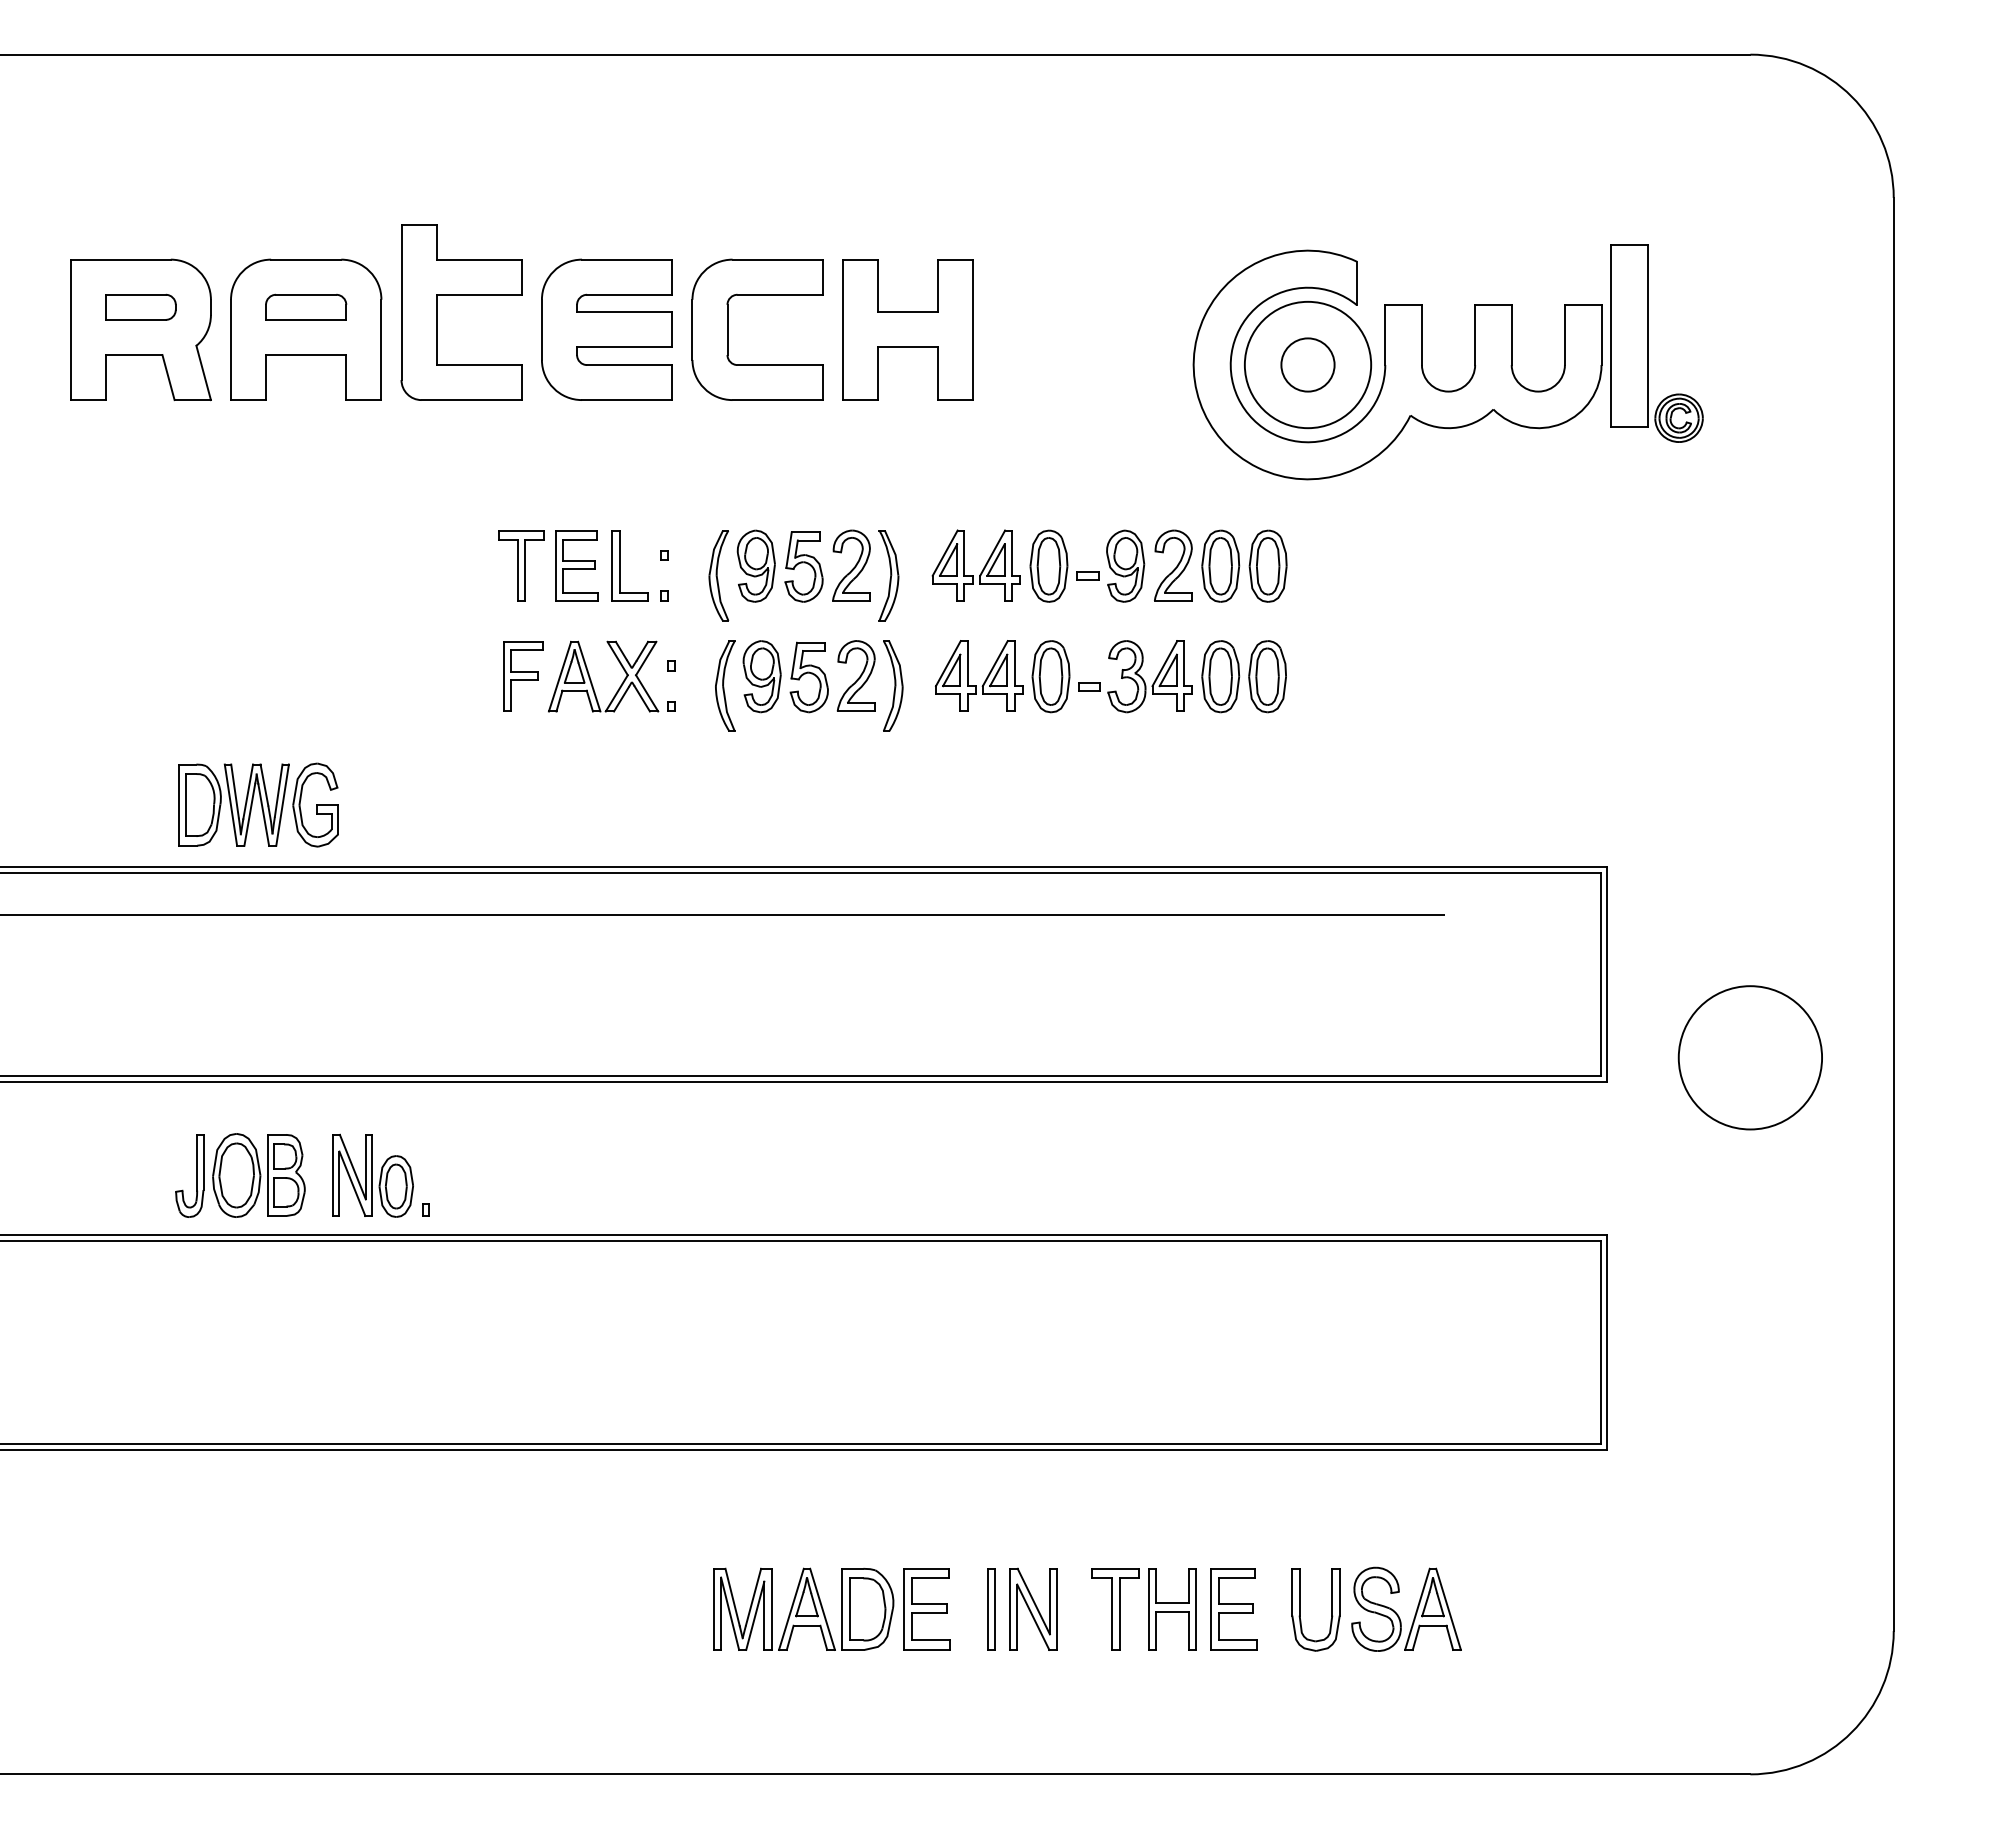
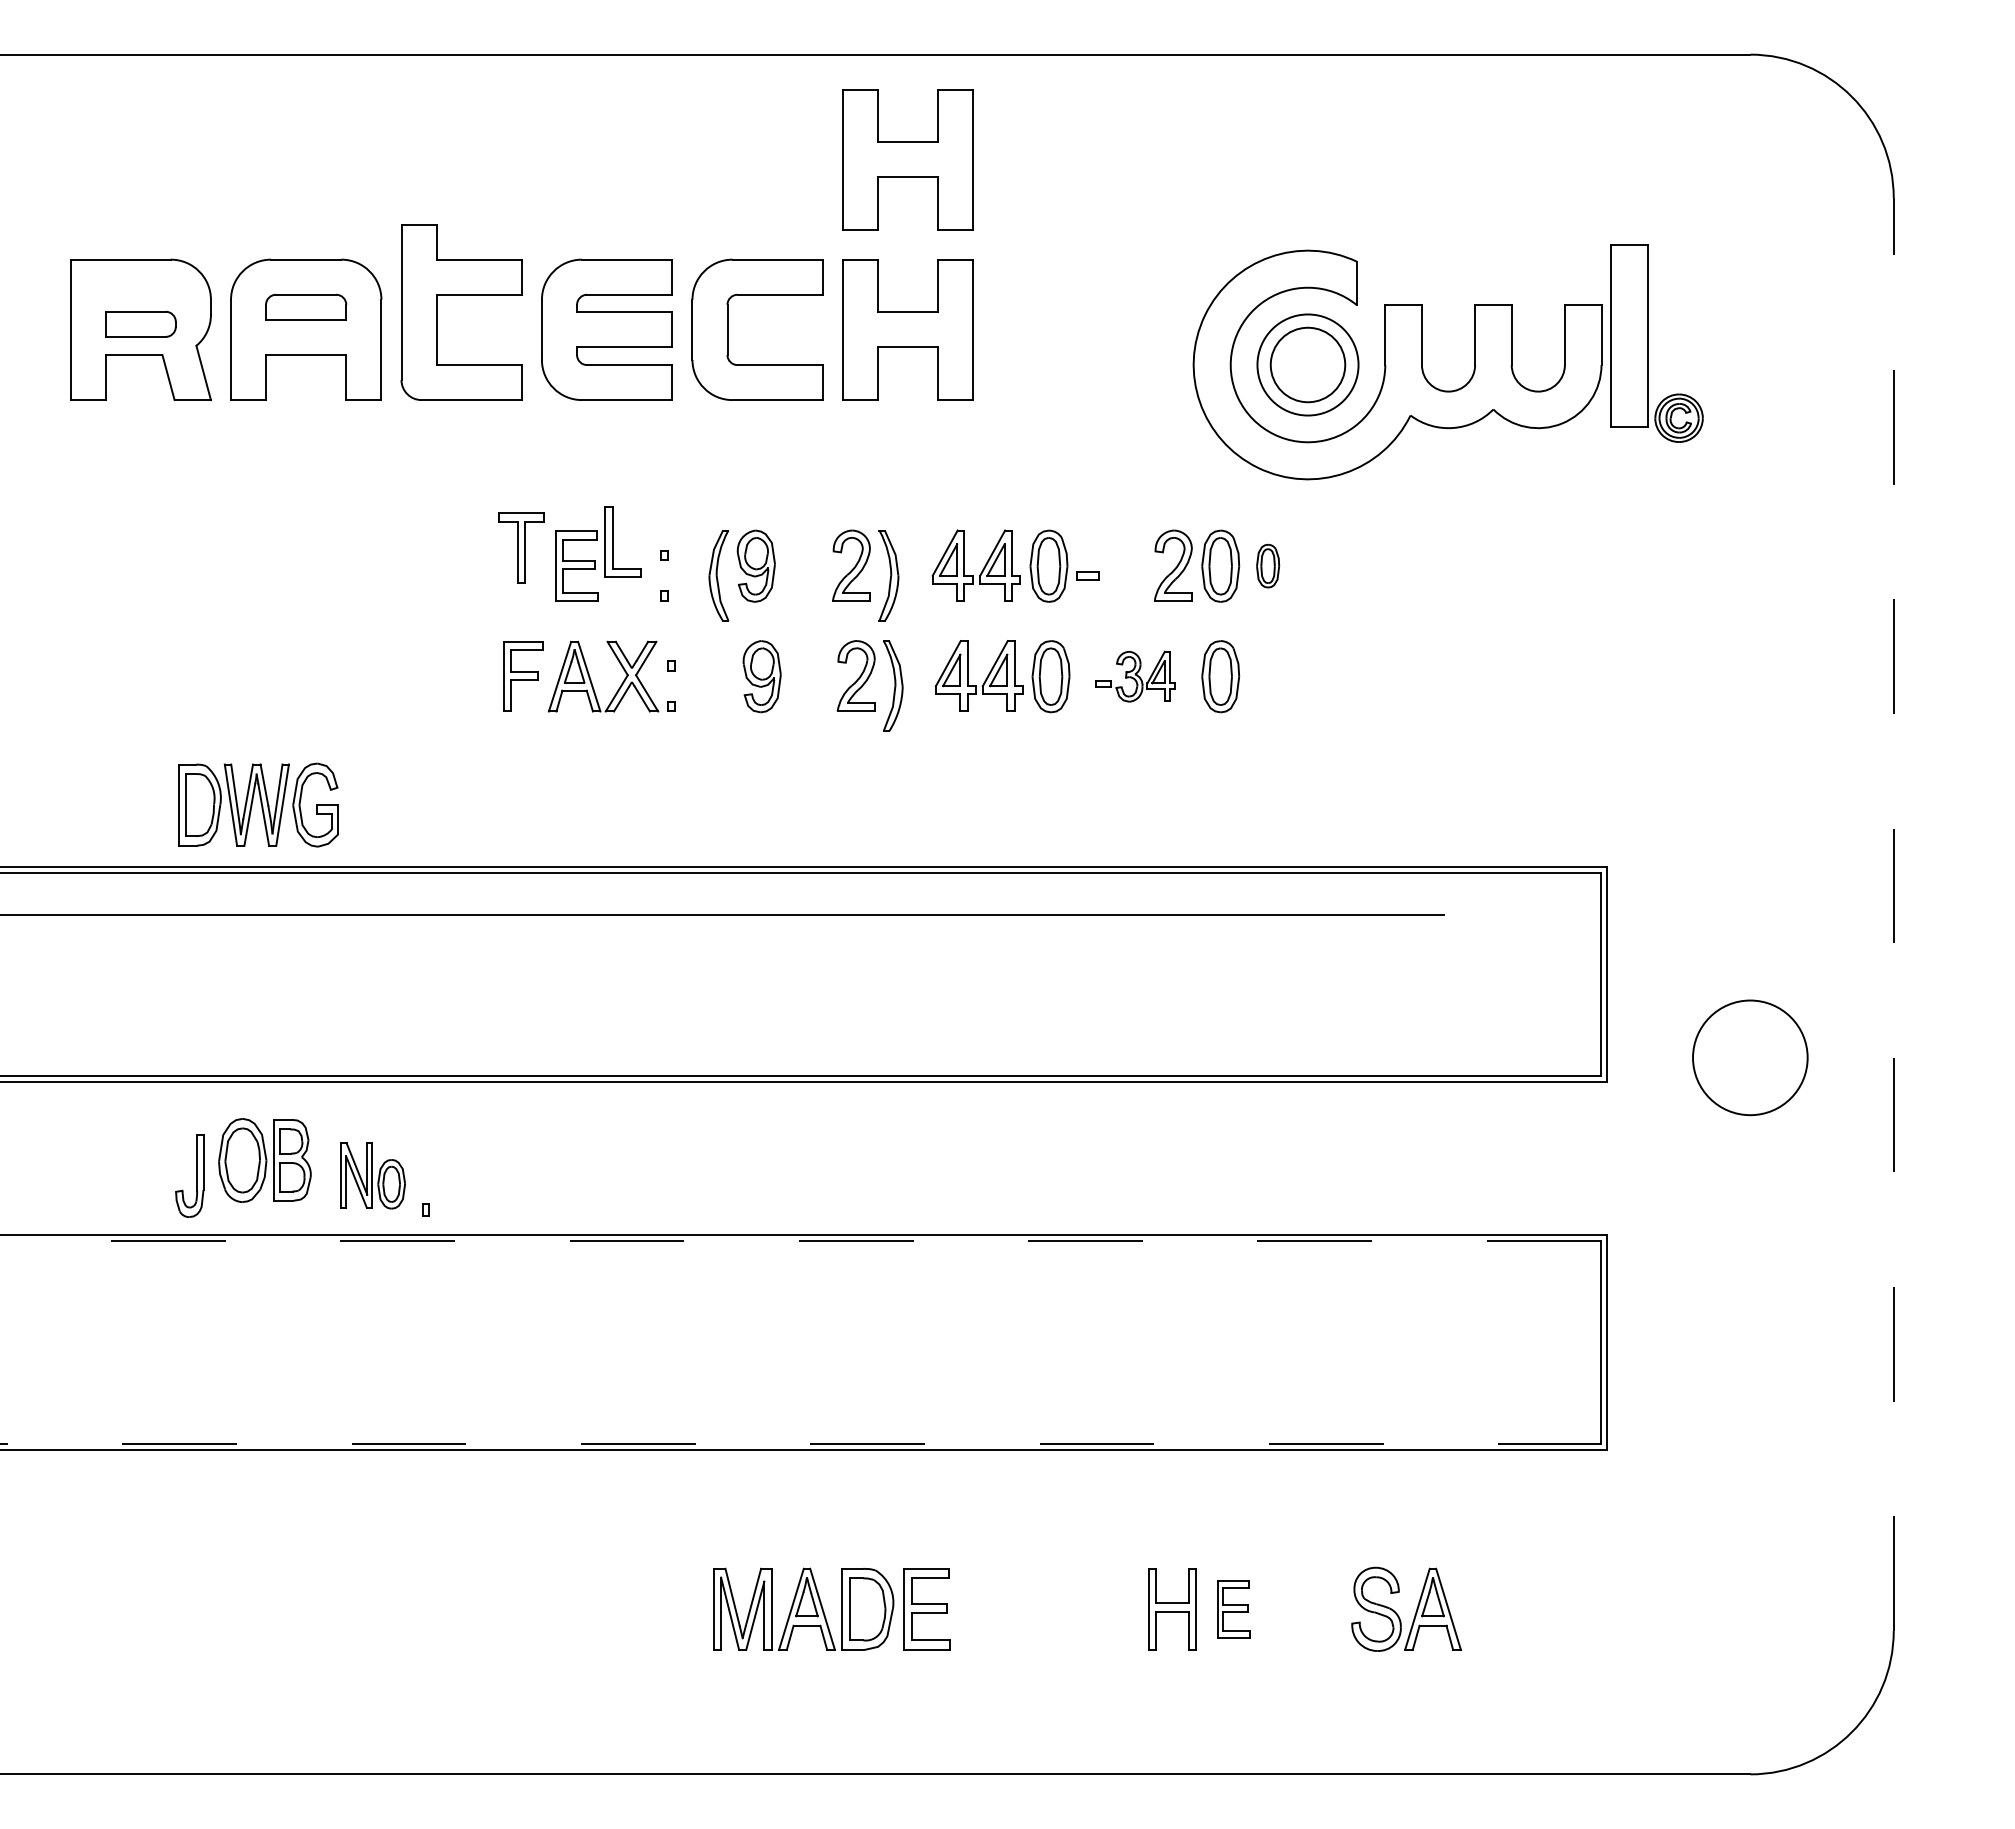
part at (907, 159): none -> present
part at (140, 306) position: (140, 306) -> (140, 323)
circle at (1307, 364) diameter: 126 px -> 101 px
circle at (1307, 364) diameter: 53 px -> 74 px
part at (521, 565) position: (521, 565) -> (521, 547)
part at (620, 565) position: (620, 565) -> (613, 541)
part at (1125, 565): present -> none
part at (1267, 565) size: 40x74 px -> 25x46 px
part at (803, 566): present -> none
part at (1135, 676) size: 115x74 px -> 81x53 px
part at (1267, 676): present -> none
part at (808, 677): present -> none
part at (725, 685): present -> none
line at (1893, 914): solid -> dashed
circle at (1749, 1057) size: 146x146 px -> 117x118 px
part at (258, 1175) position: (258, 1175) -> (264, 1160)
part at (372, 1175) size: 82x85 px -> 66x68 px
line at (800, 1240): solid -> dashed
line at (801, 1444): solid -> dashed
part at (1033, 1608): present -> none
part at (991, 1609): present -> none
part at (1115, 1609): present -> none
part at (1233, 1609) size: 48x83 px -> 34x59 px
part at (1300, 1609): present -> none
